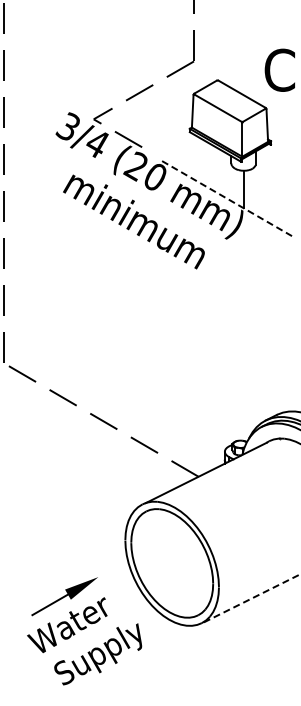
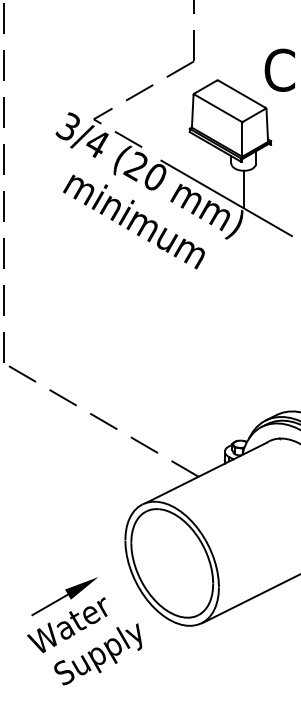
line at (226, 198): dashed -> solid
line at (251, 598): dashed -> solid
